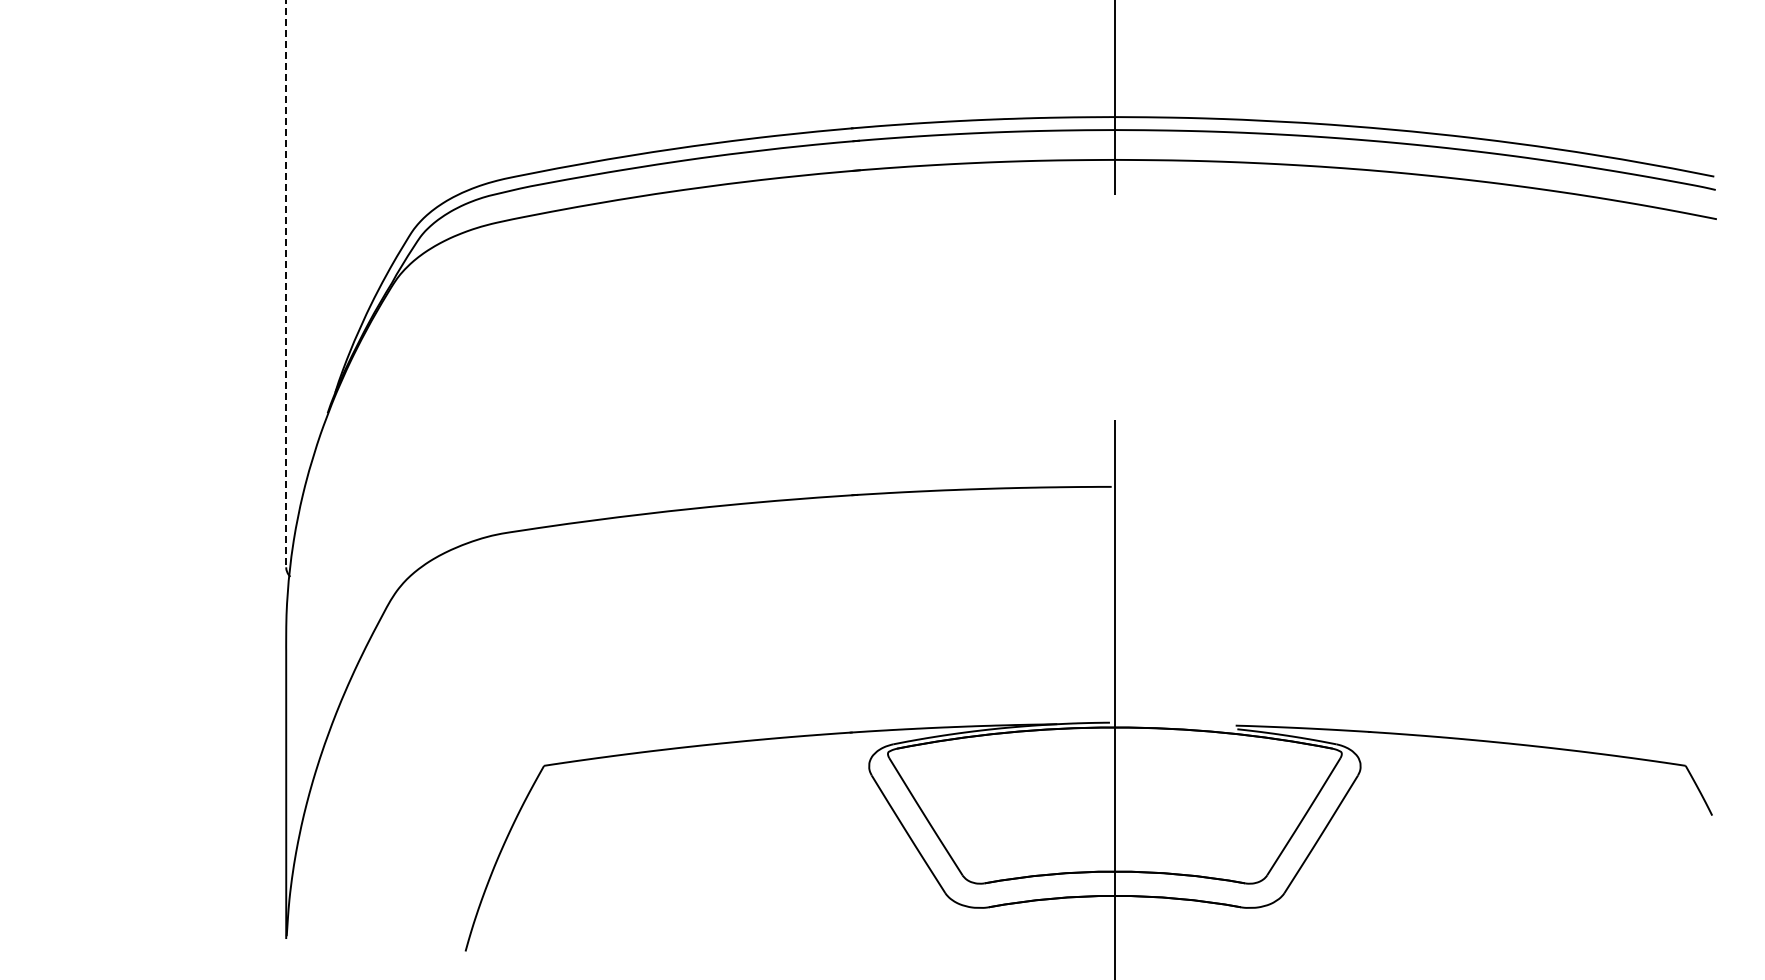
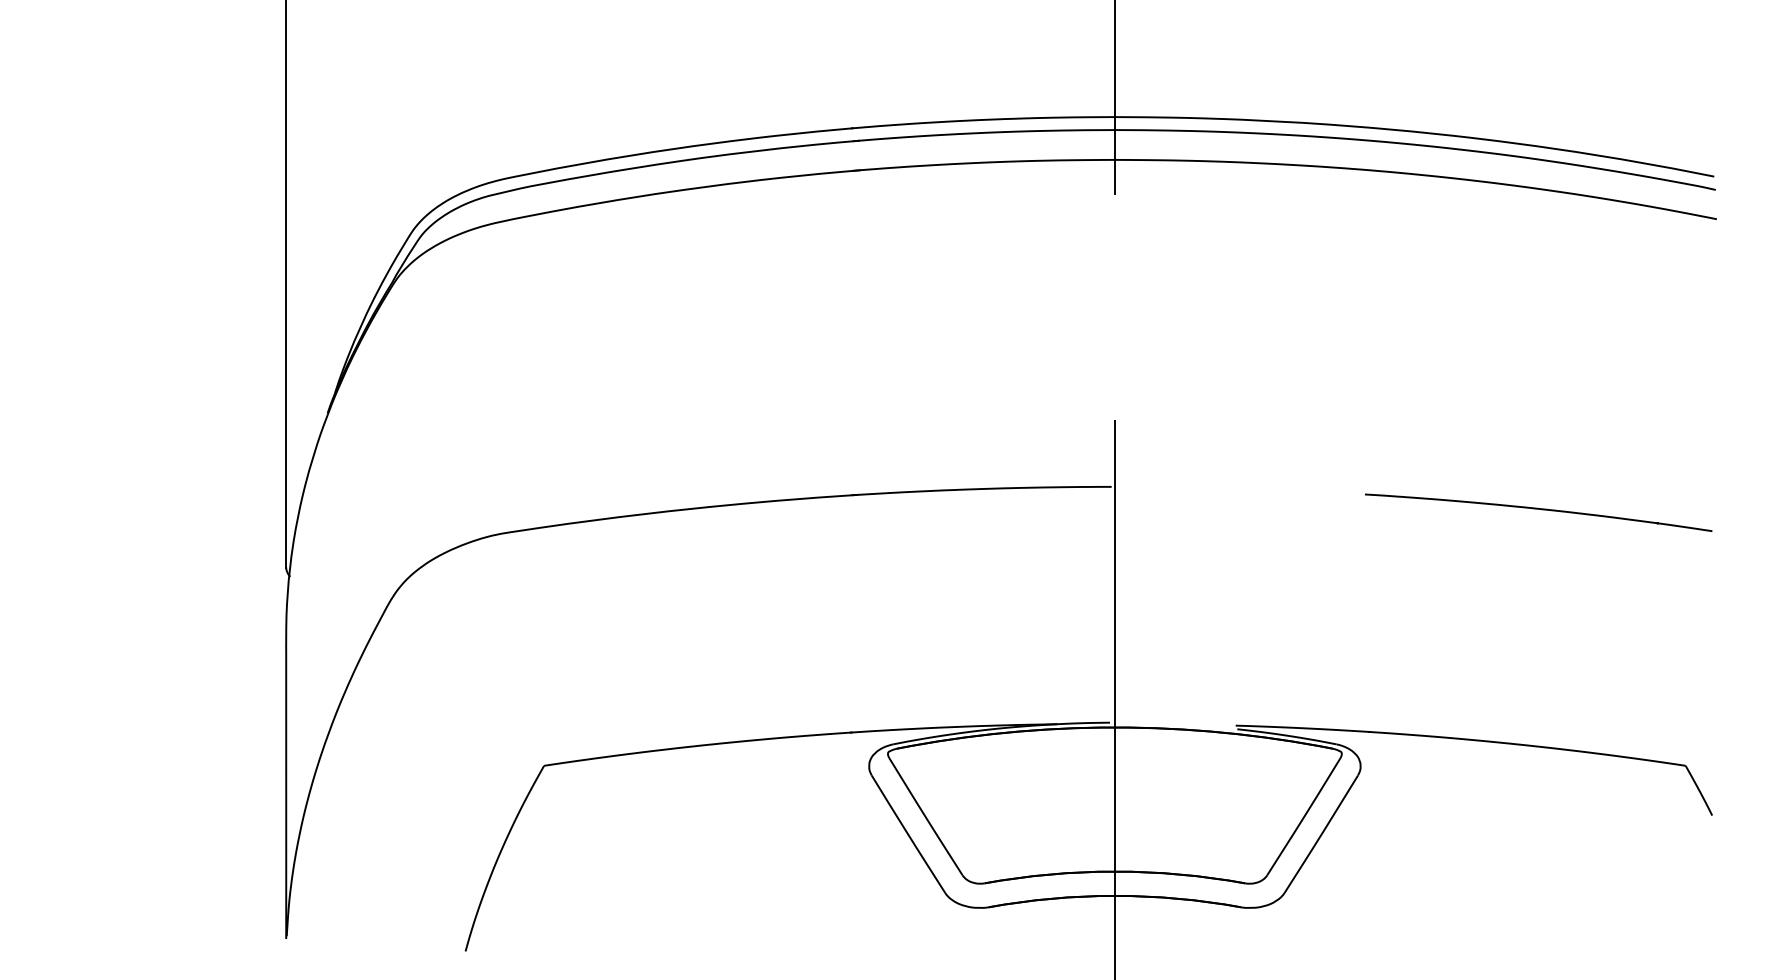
line at (286, 283): dashed -> solid
curve at (1538, 509): none -> present
